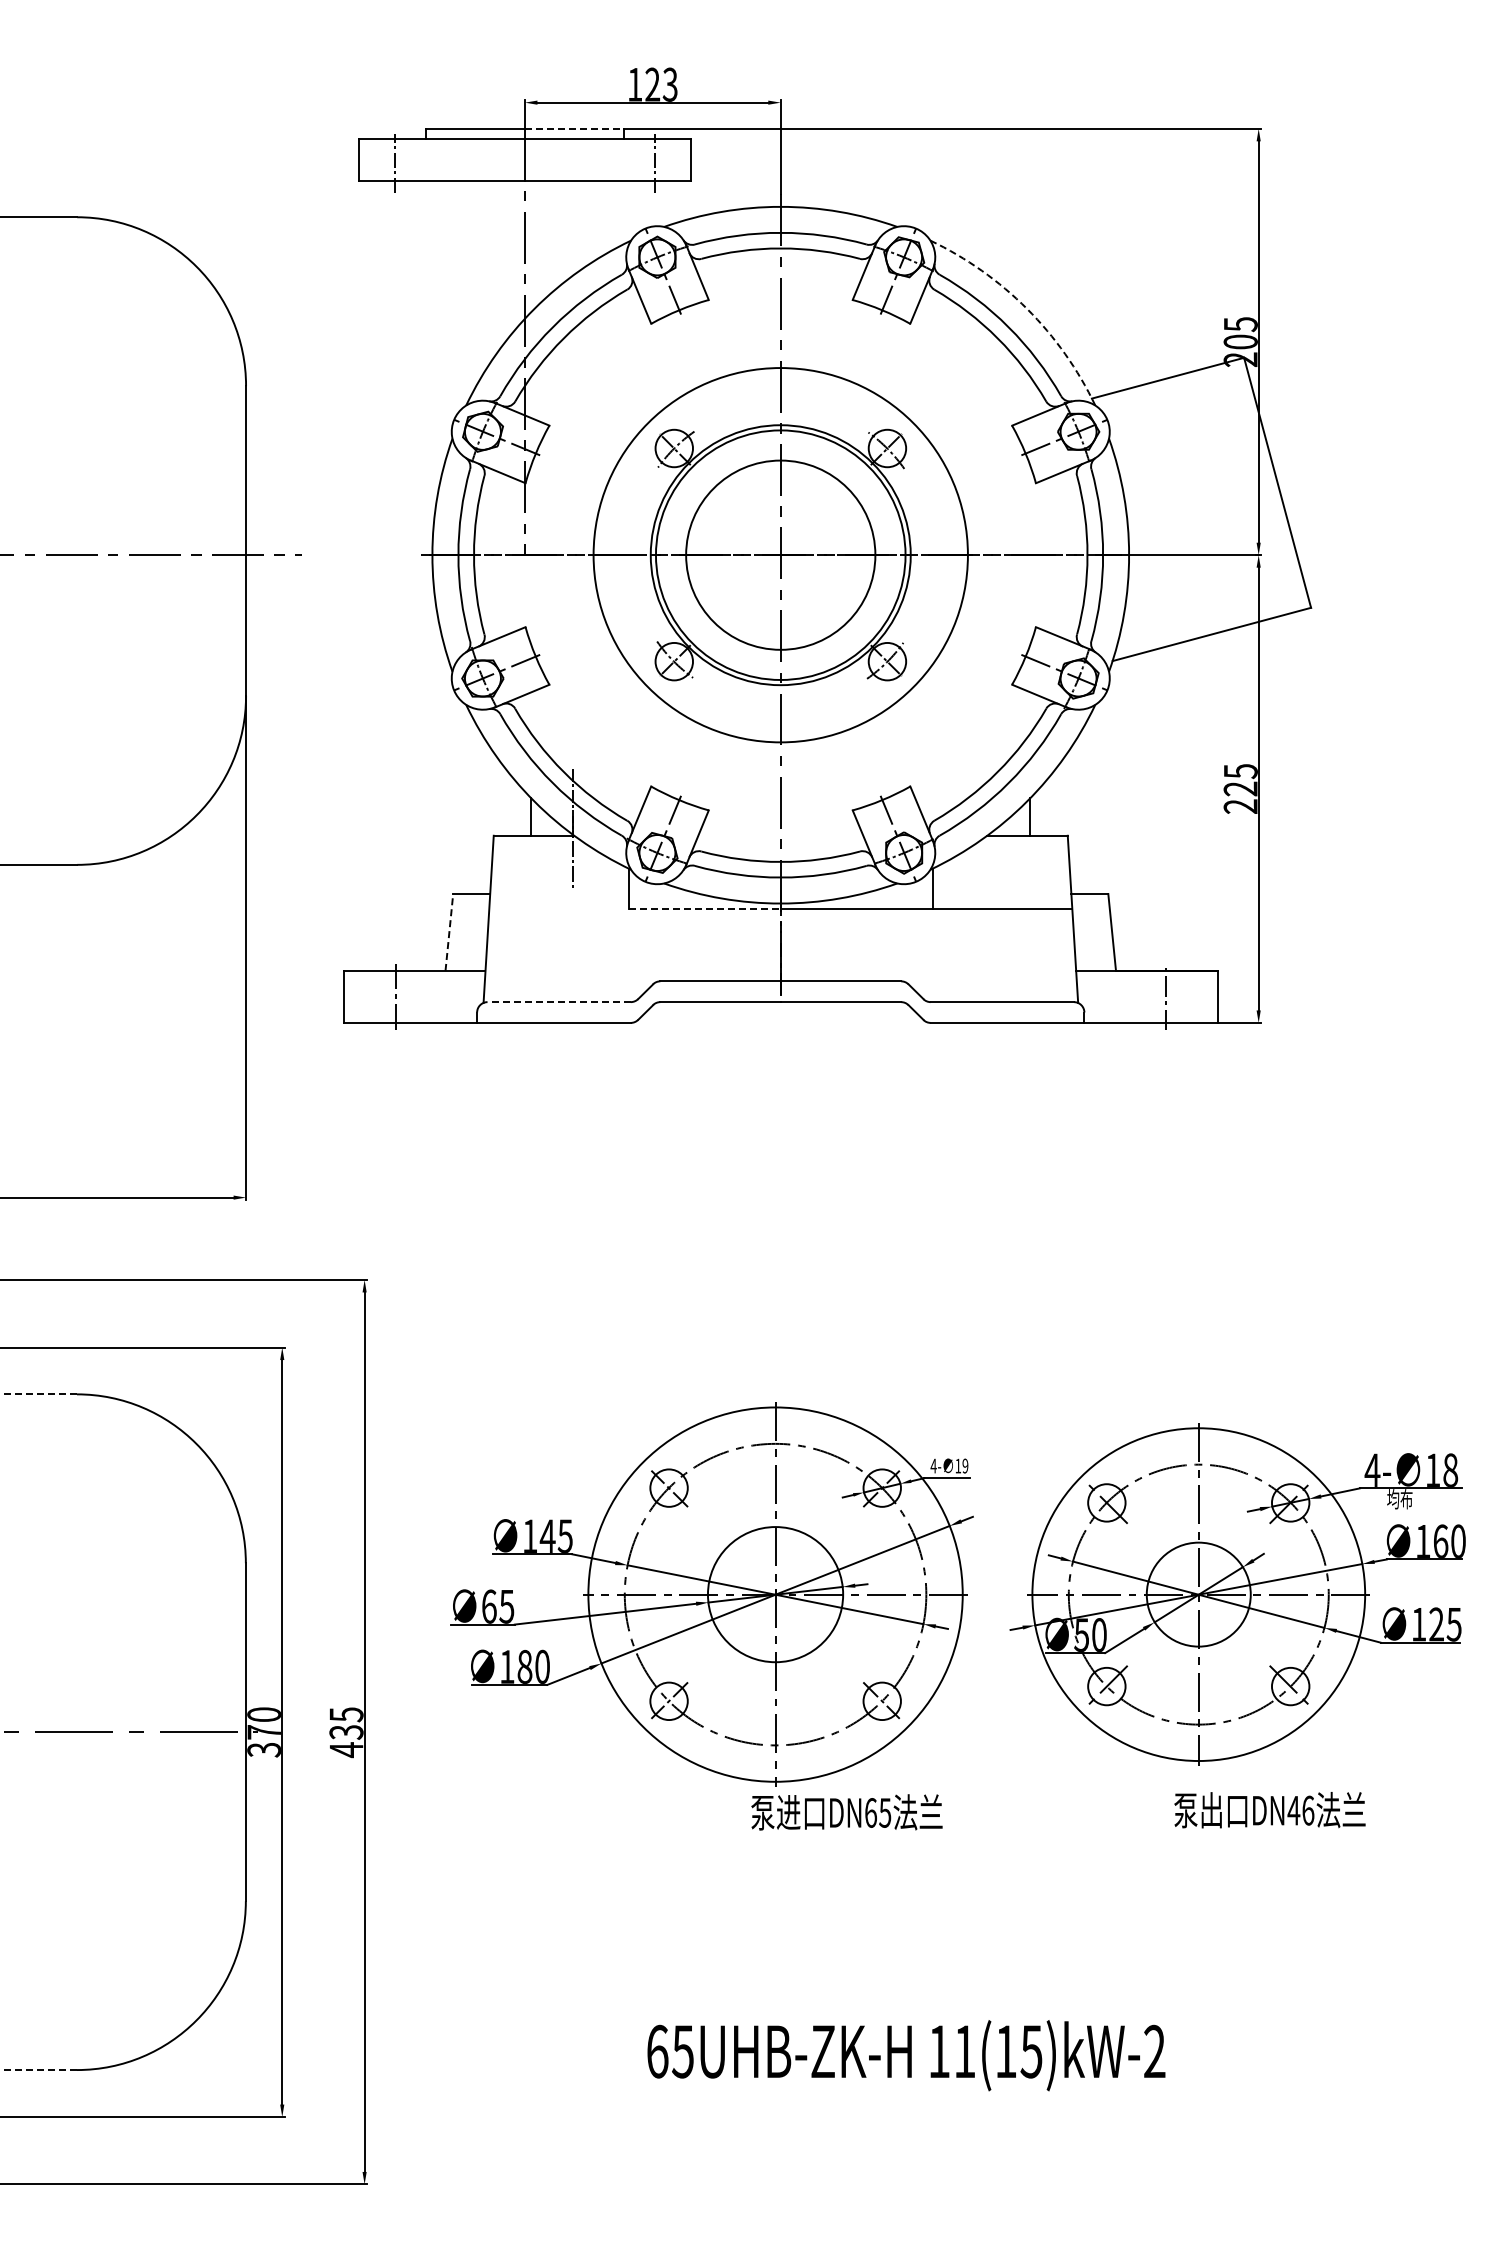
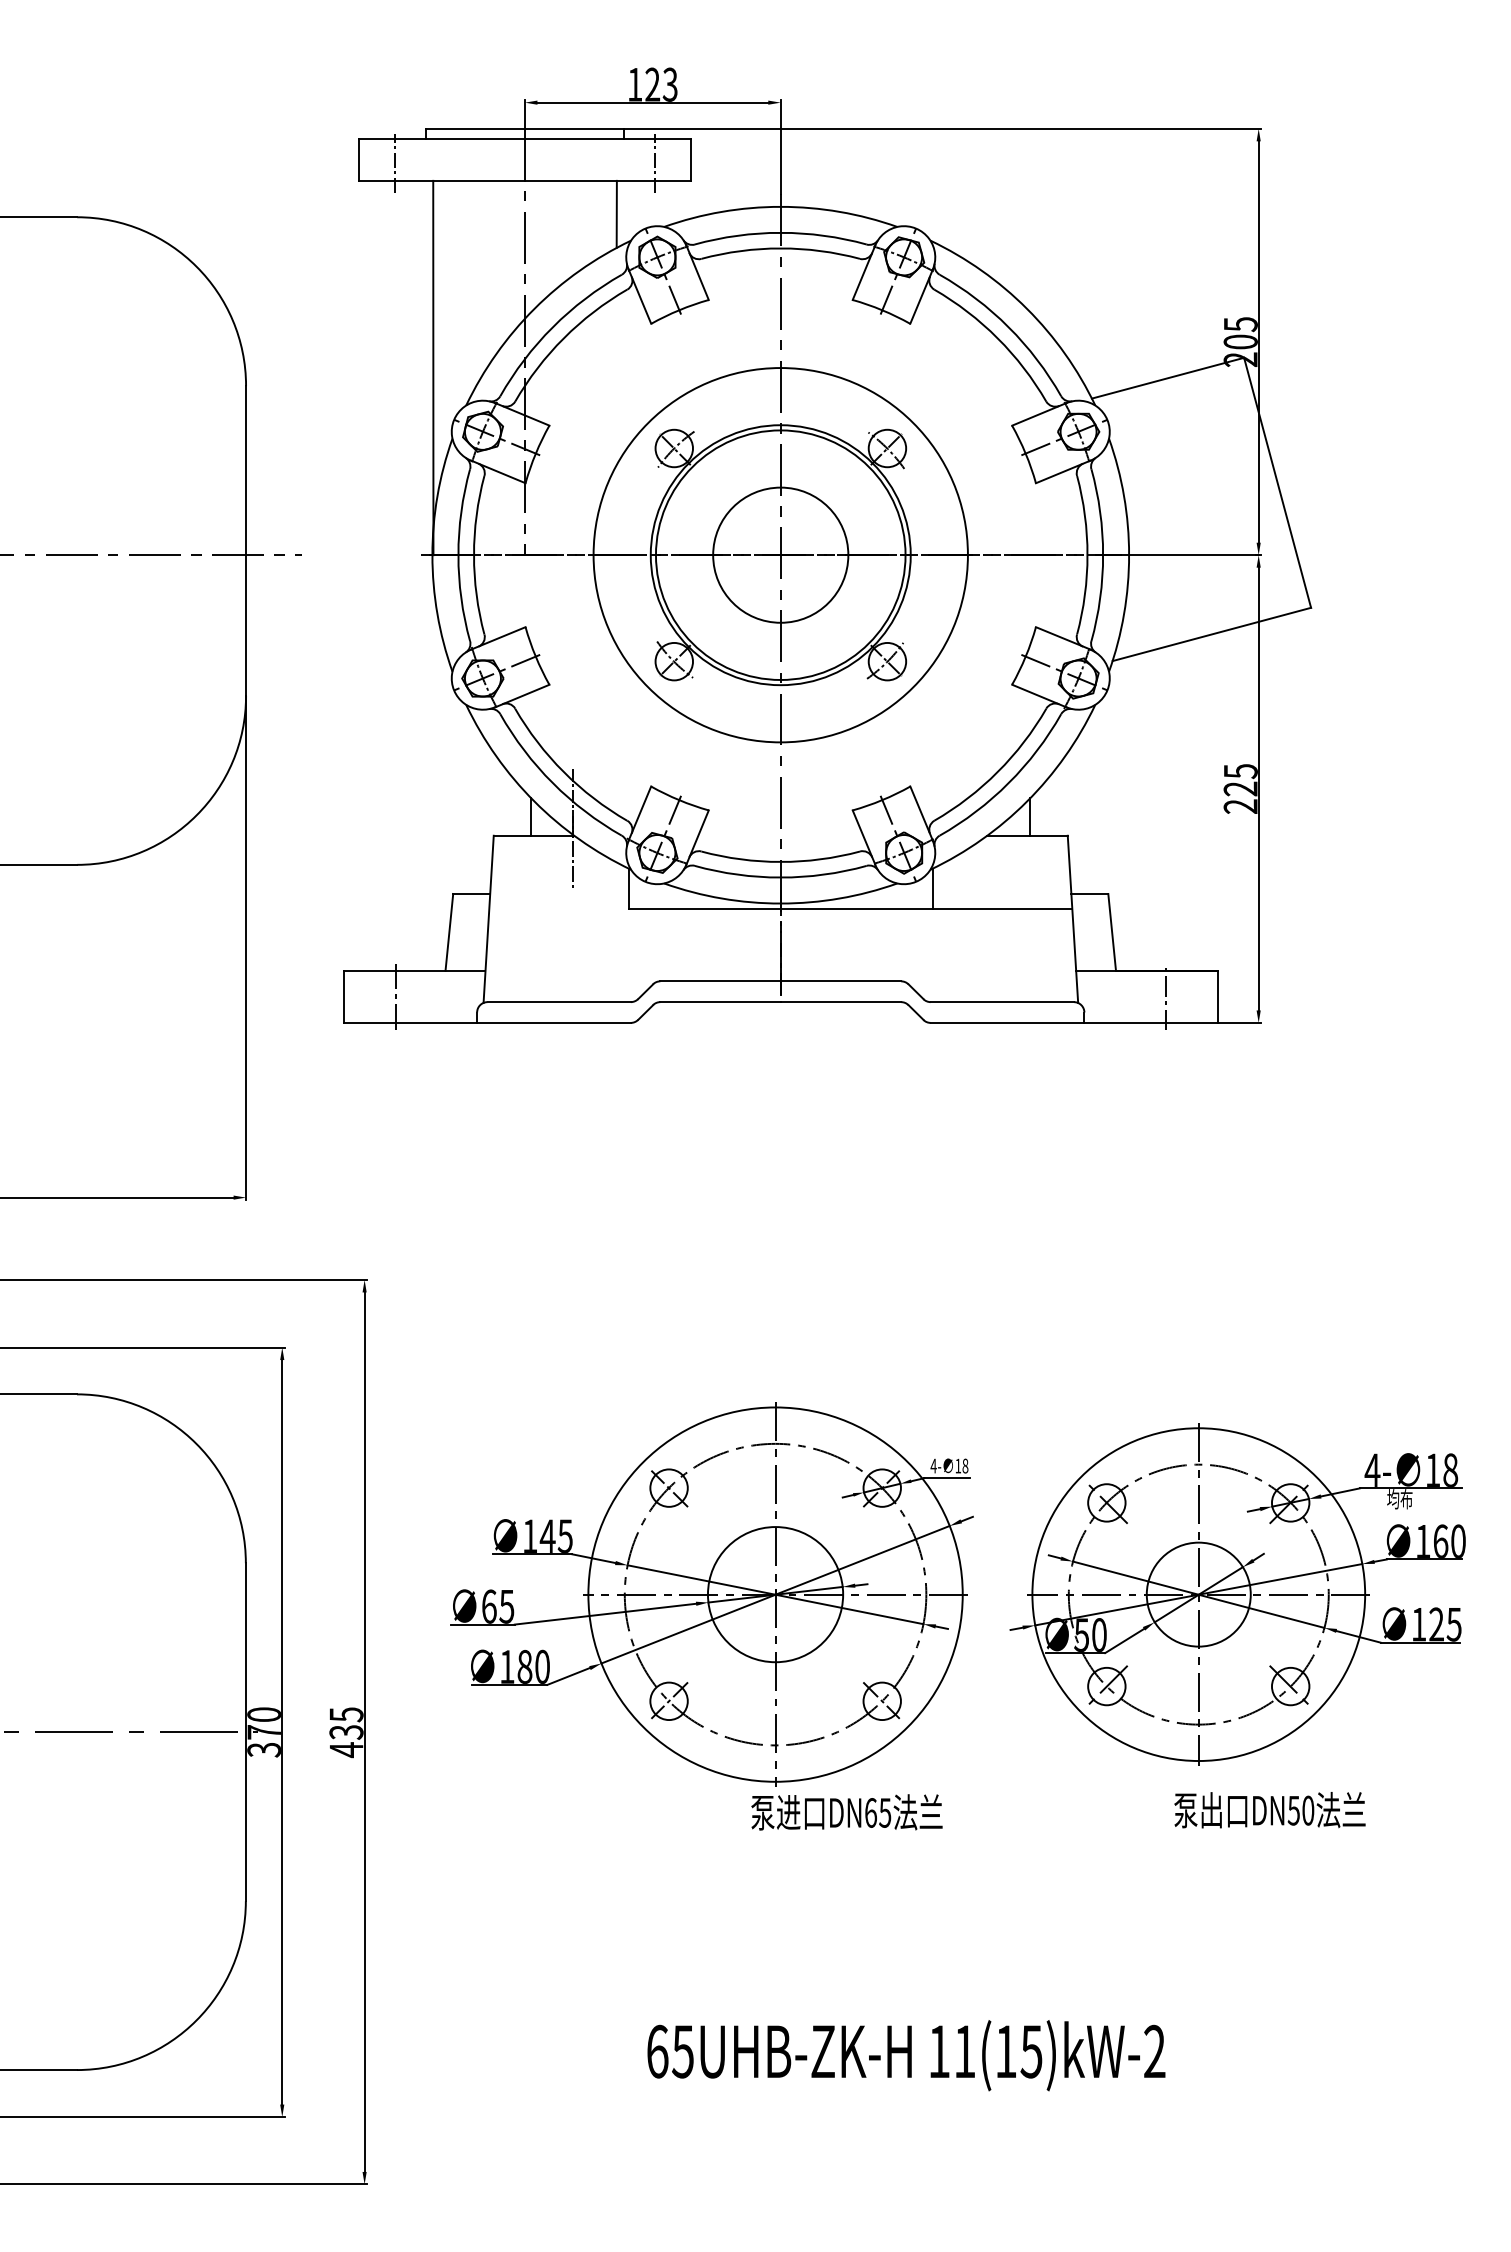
line at (574, 128): dashed -> solid
line at (616, 213): none -> present
arc at (1027, 308): dashed -> solid
line at (433, 367): none -> present
circle at (780, 554) diameter: 189 px -> 135 px
line at (704, 908): dashed -> solid
line at (449, 932): dashed -> solid
line at (559, 1002): dashed -> solid
line at (38, 1394): dashed -> solid
text at (965, 1465): 19 -> 18
text at (1300, 1810): DN46 -> DN50
line at (39, 2070): dashed -> solid
